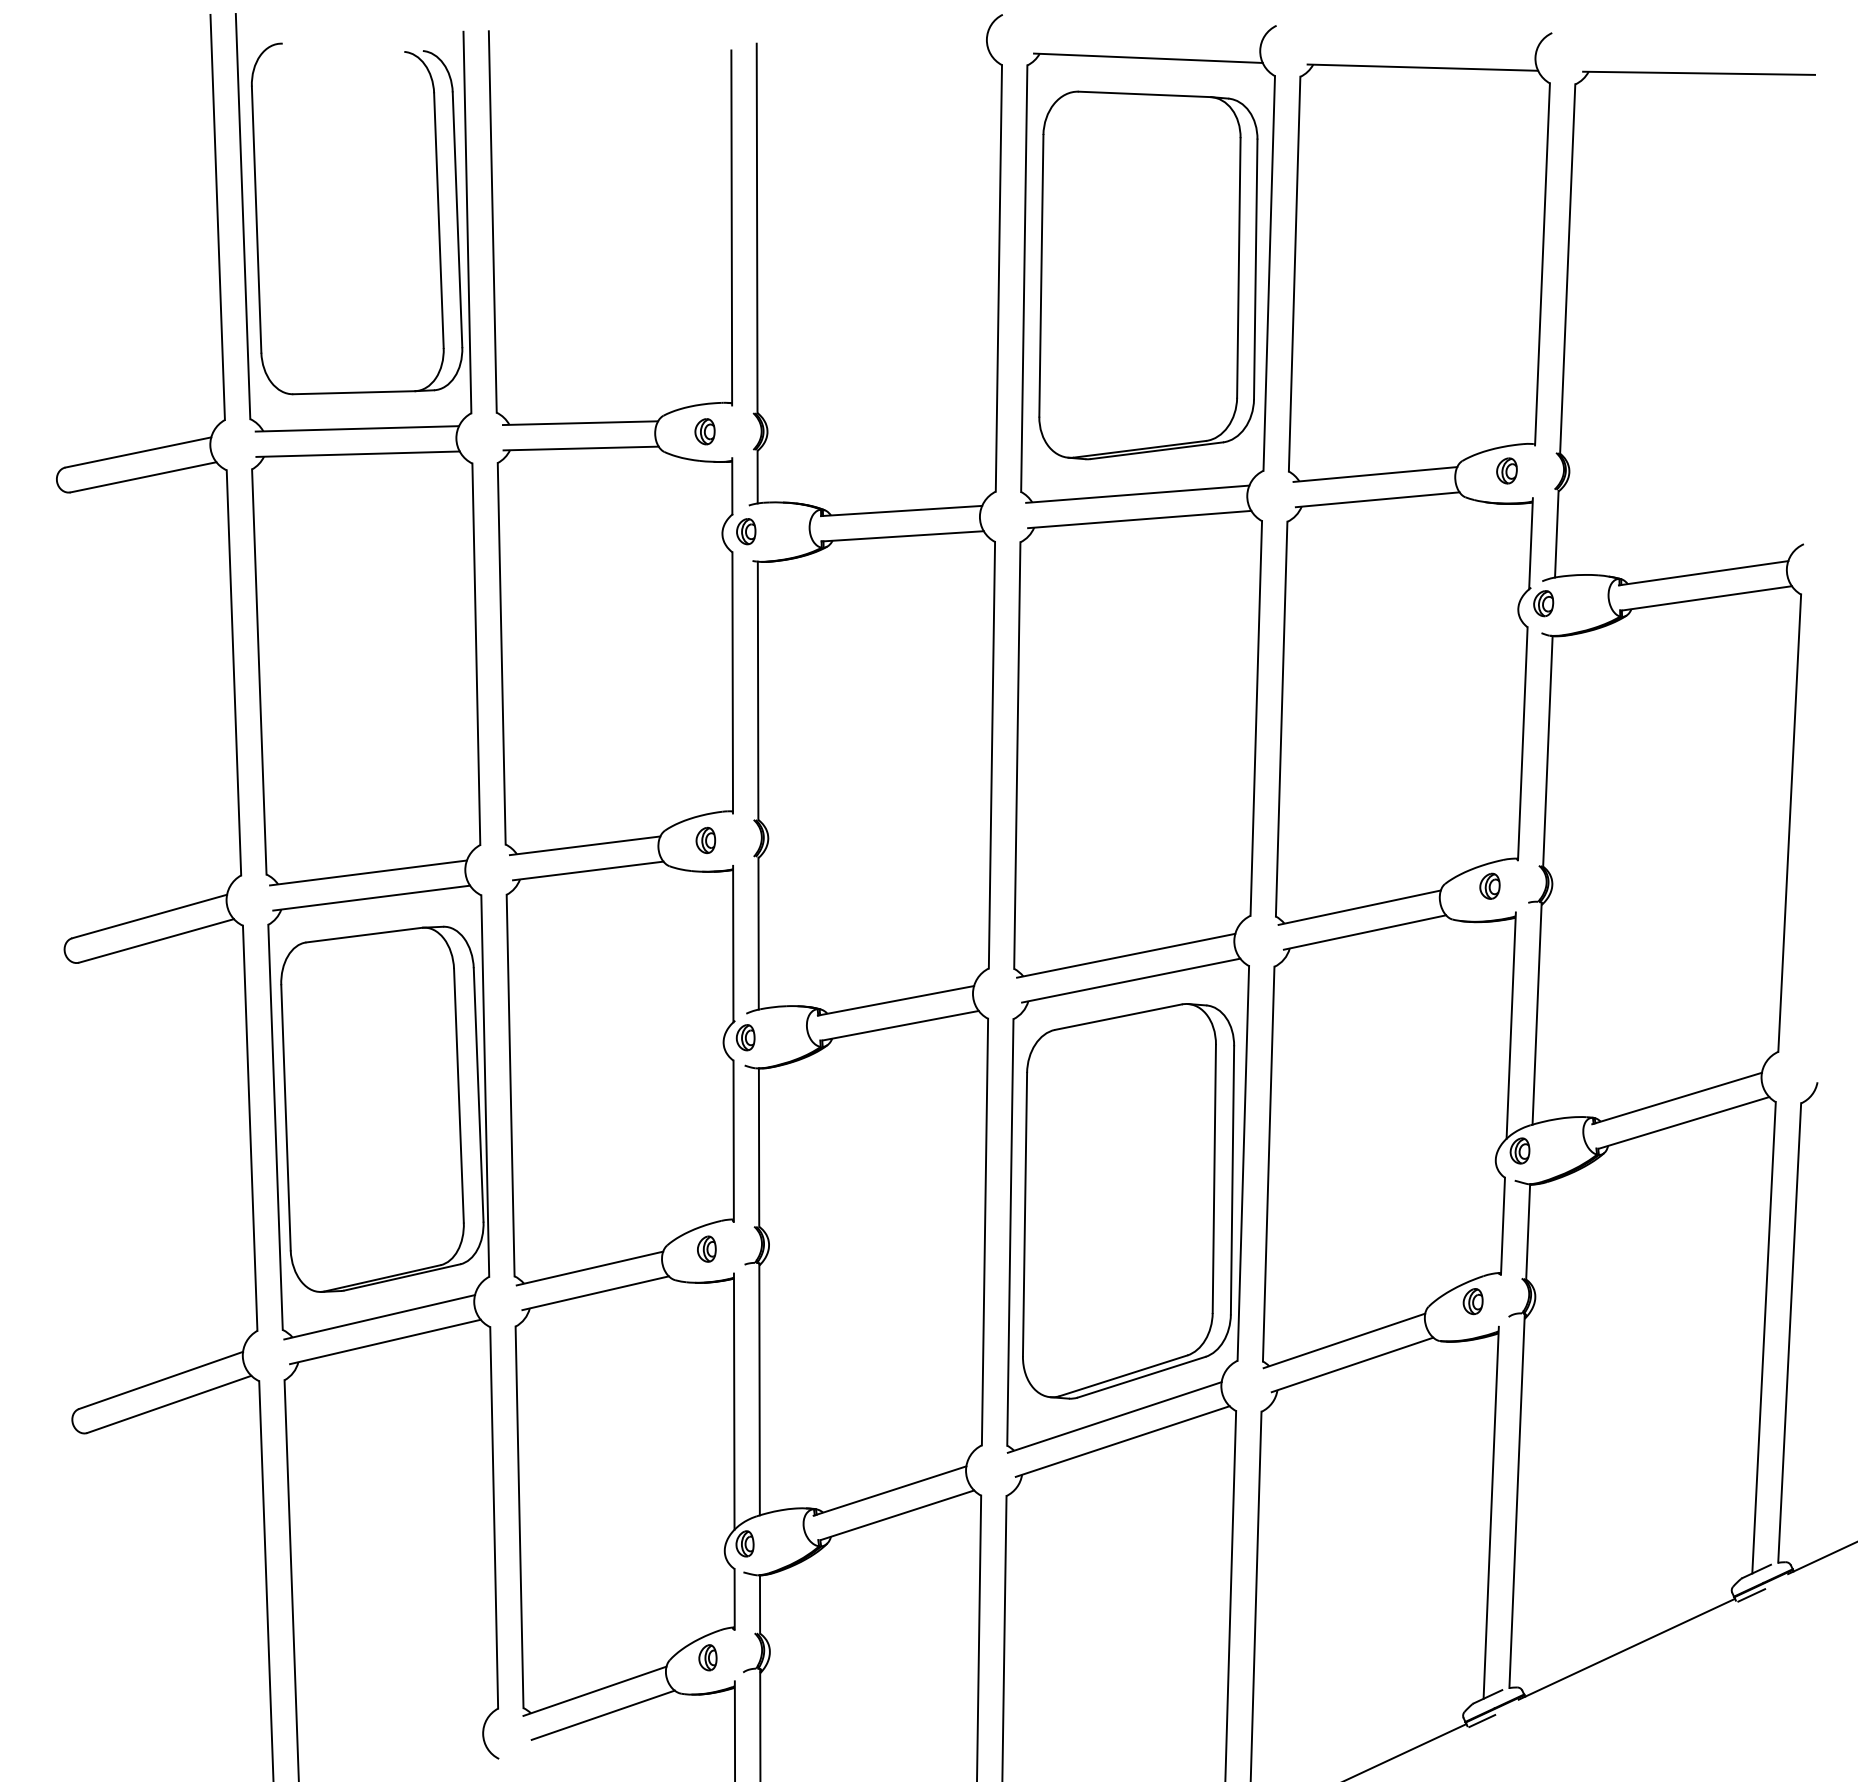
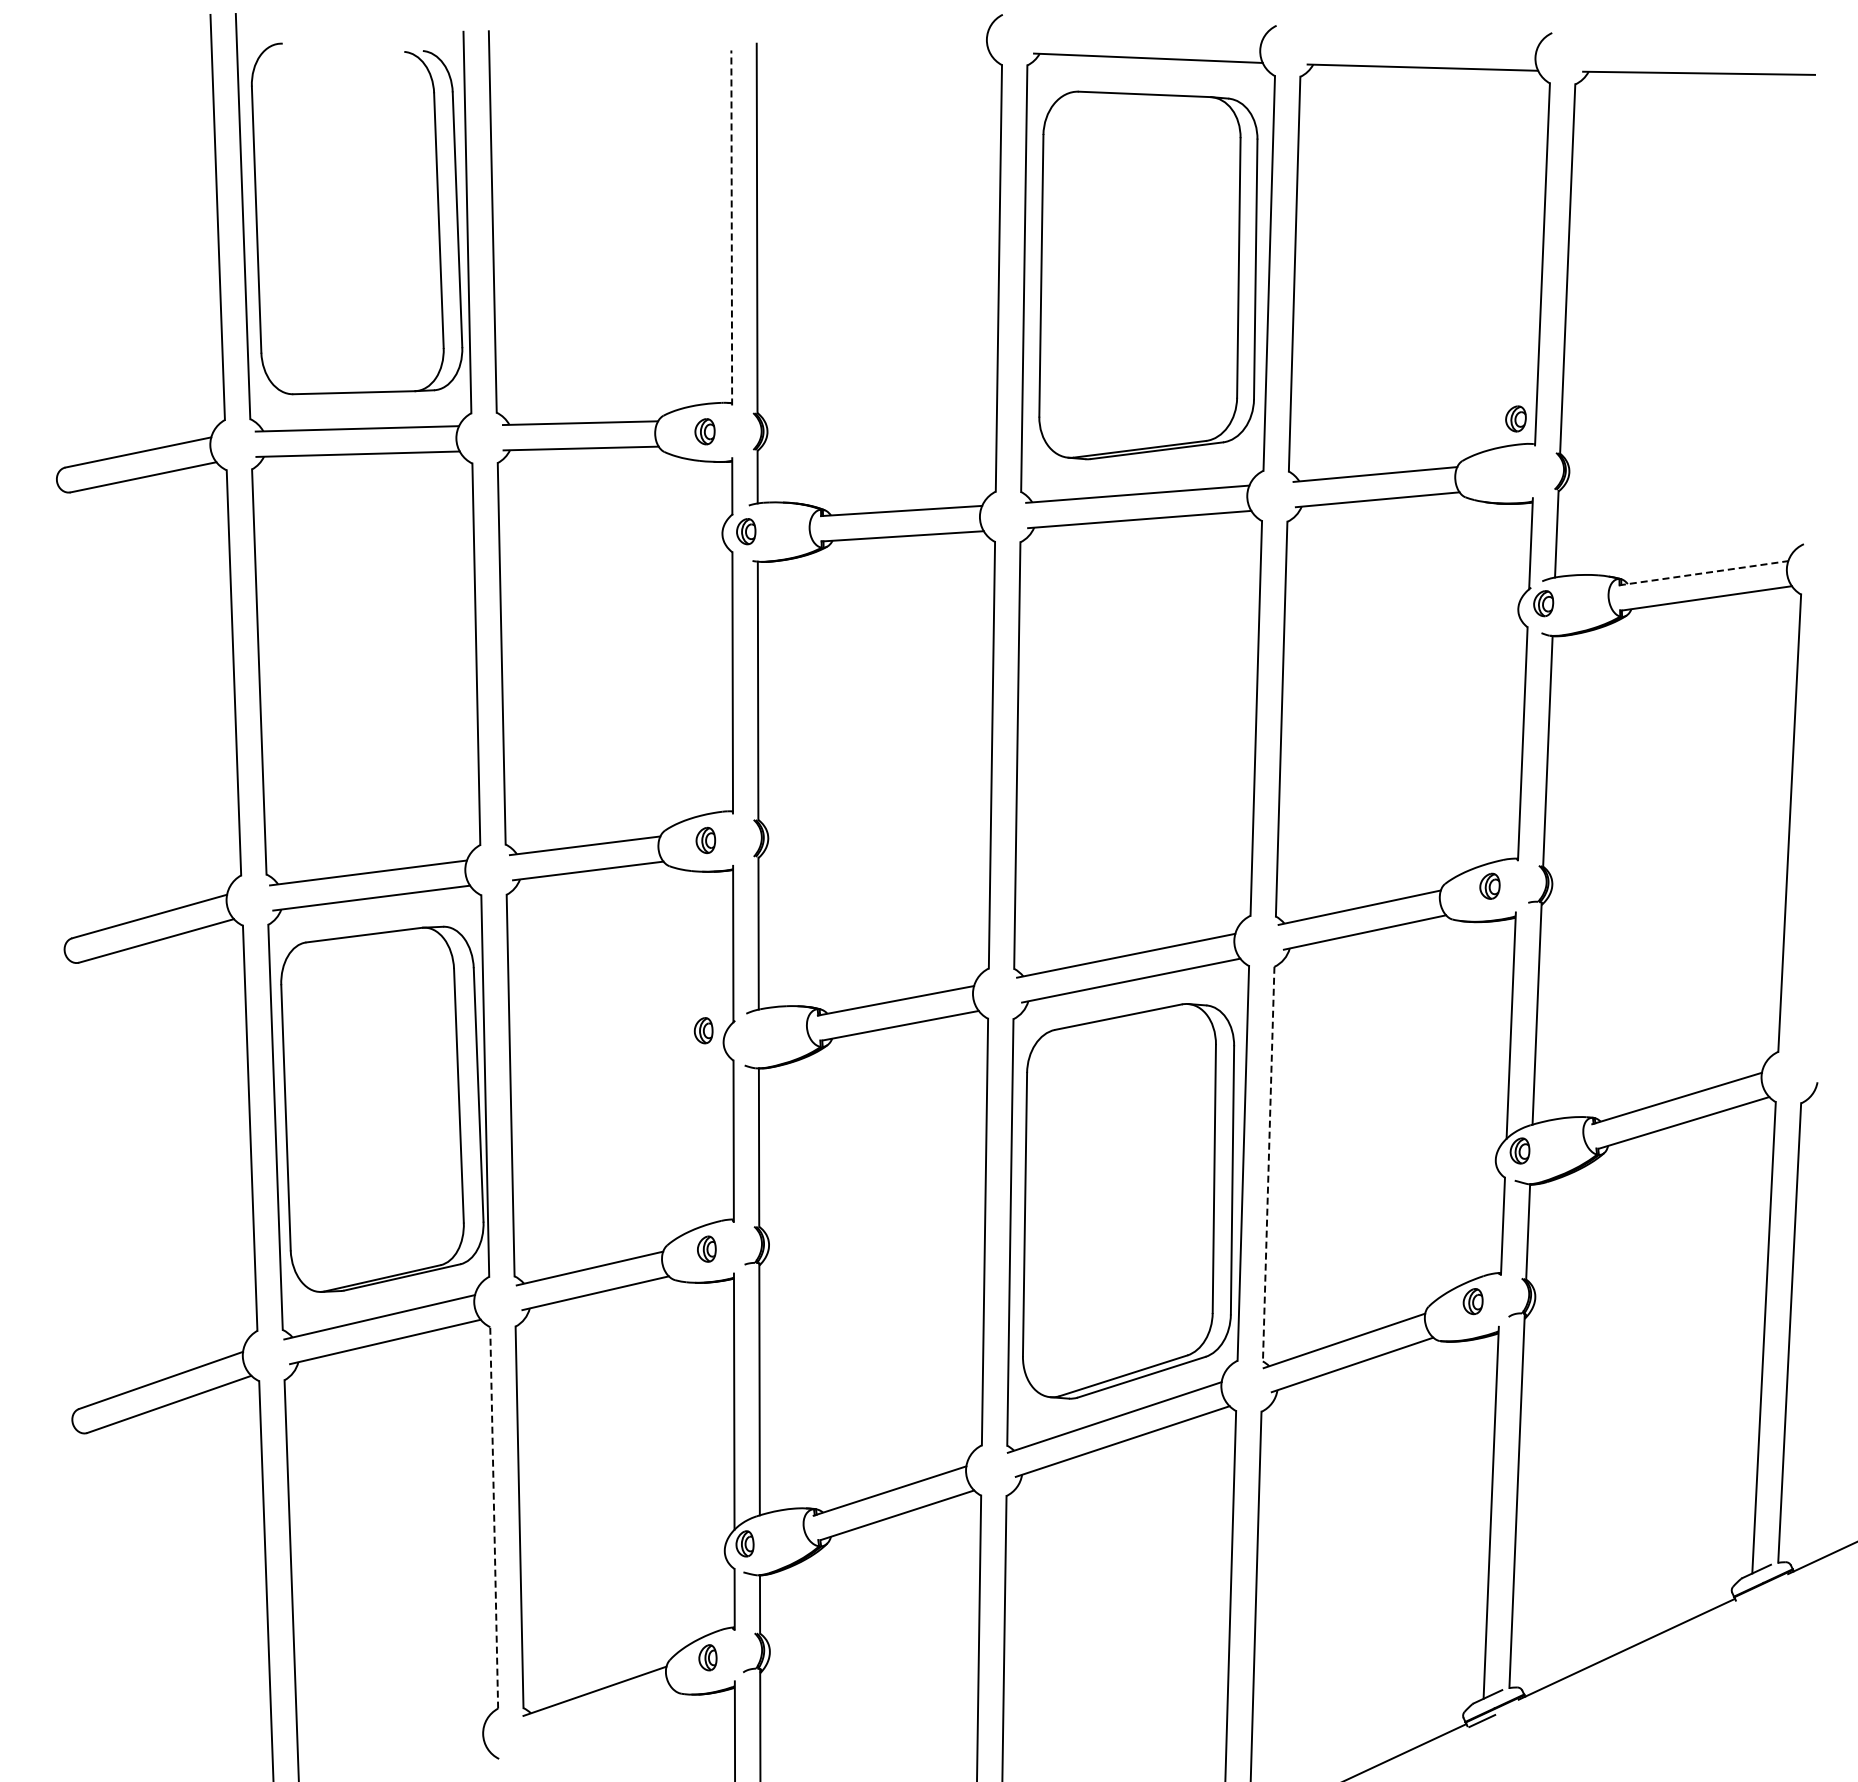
line at (731, 227): solid -> dashed
part at (1506, 470) position: (1506, 470) -> (1515, 418)
line at (1703, 573): solid -> dashed
part at (745, 1037) position: (745, 1037) -> (703, 1030)
line at (1268, 1164): solid -> dashed
line at (494, 1517): solid -> dashed
line at (1751, 1595): present -> none
line at (602, 1714): present -> none
